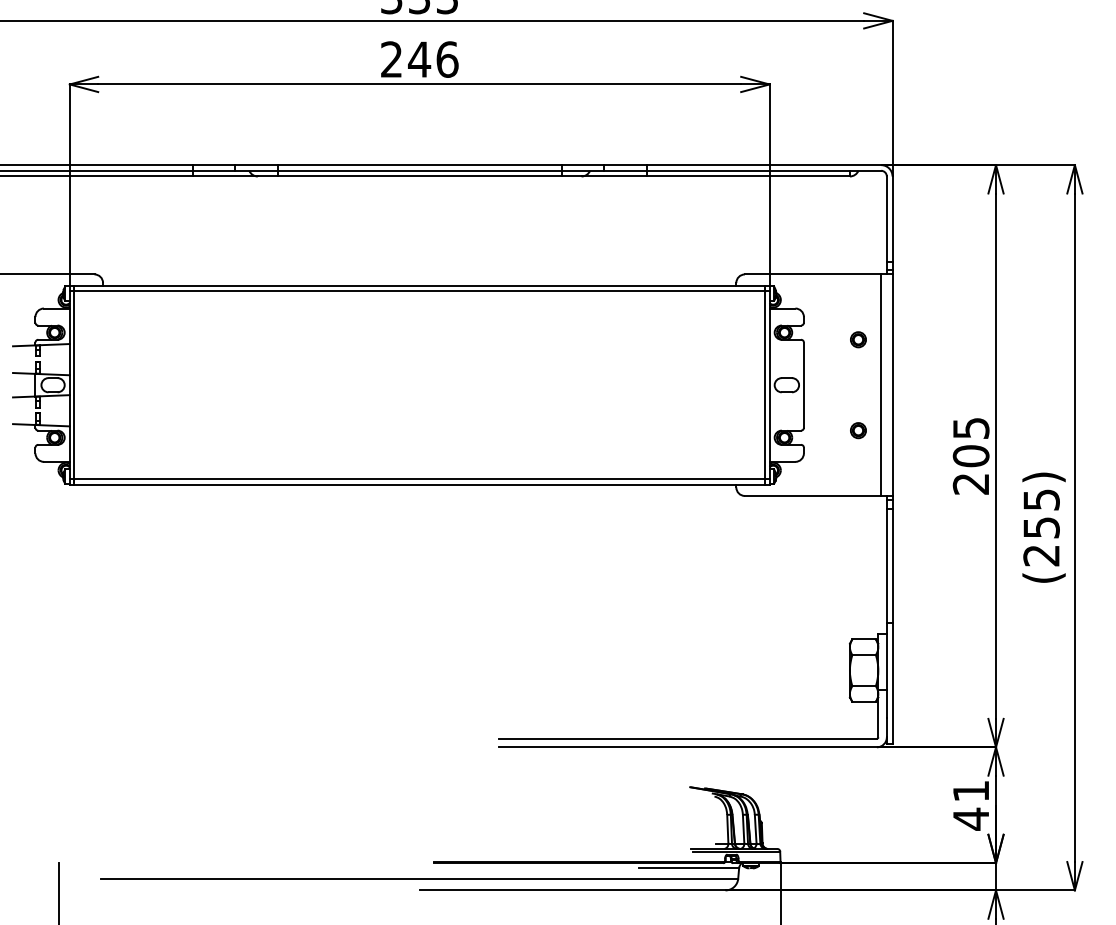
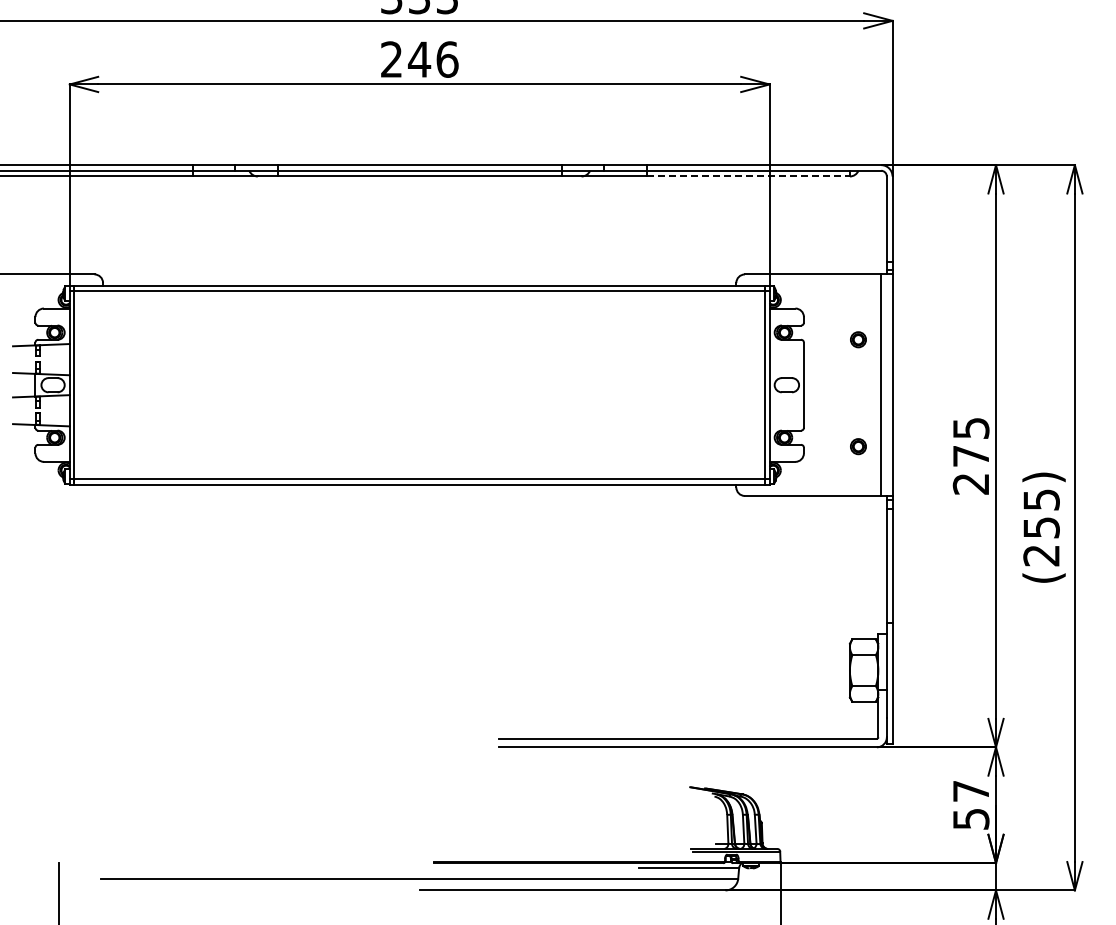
line at (748, 176): solid -> dashed
part at (858, 430) position: (858, 430) -> (858, 446)
text at (970, 456): 205 -> 275
text at (971, 805): 41 -> 57
